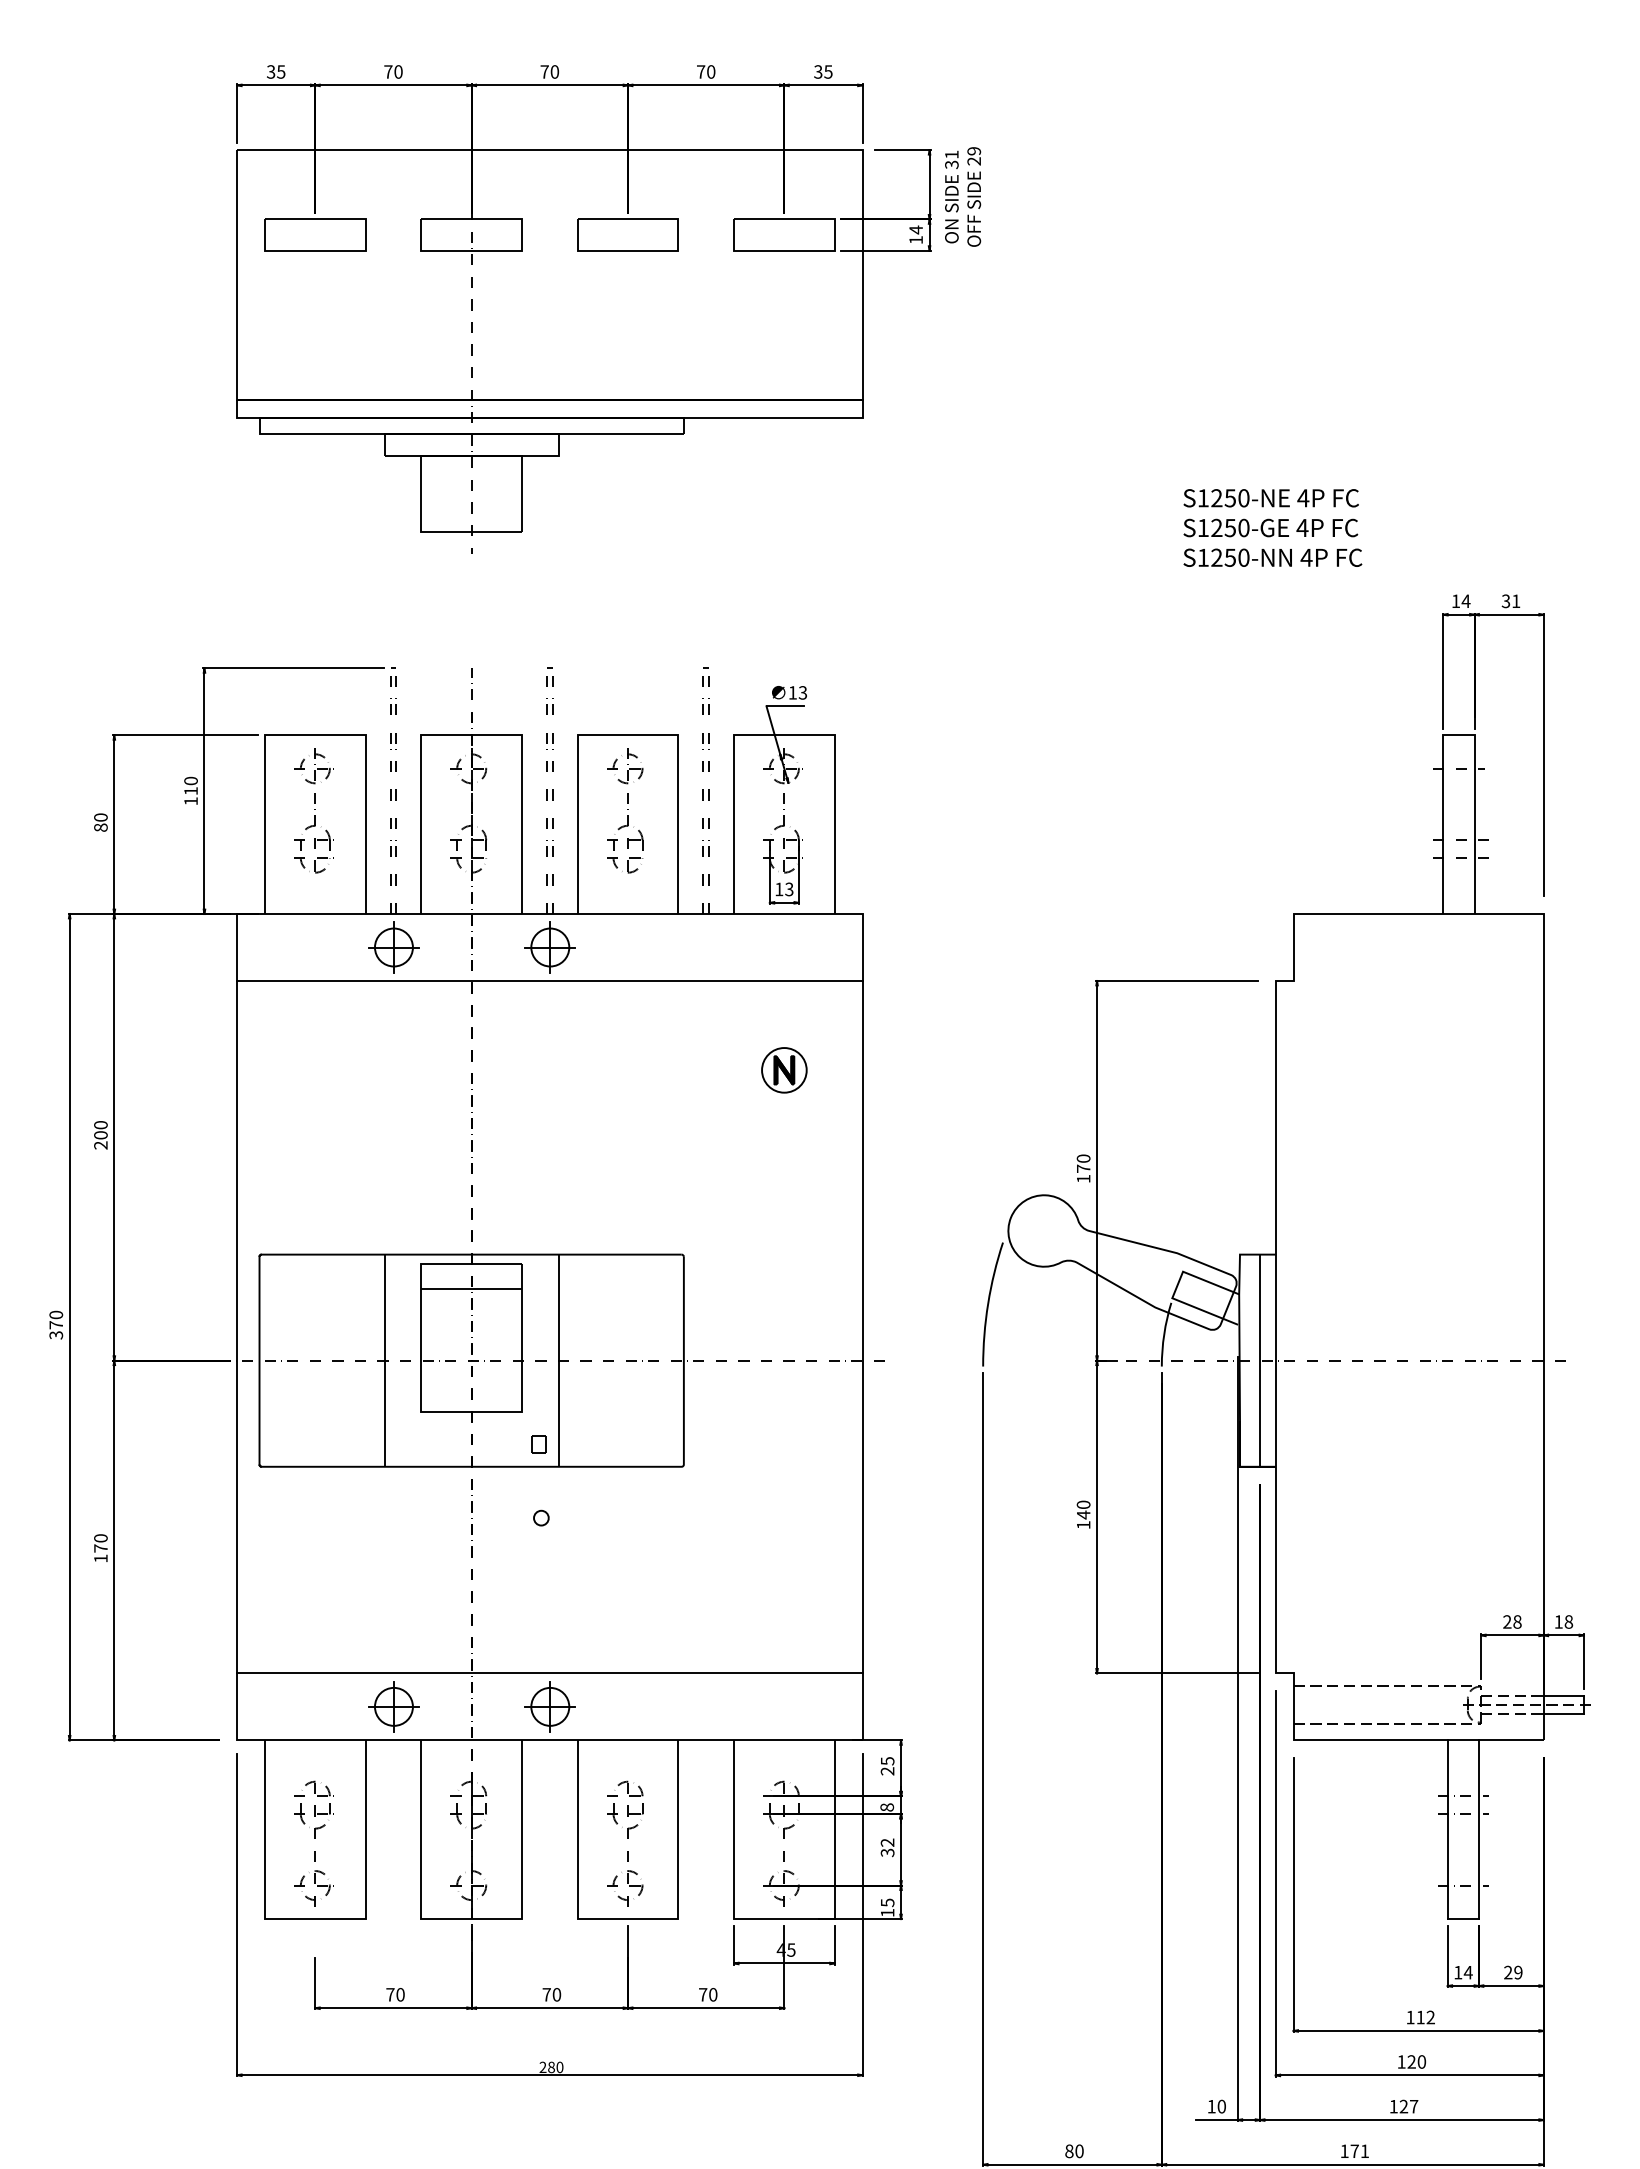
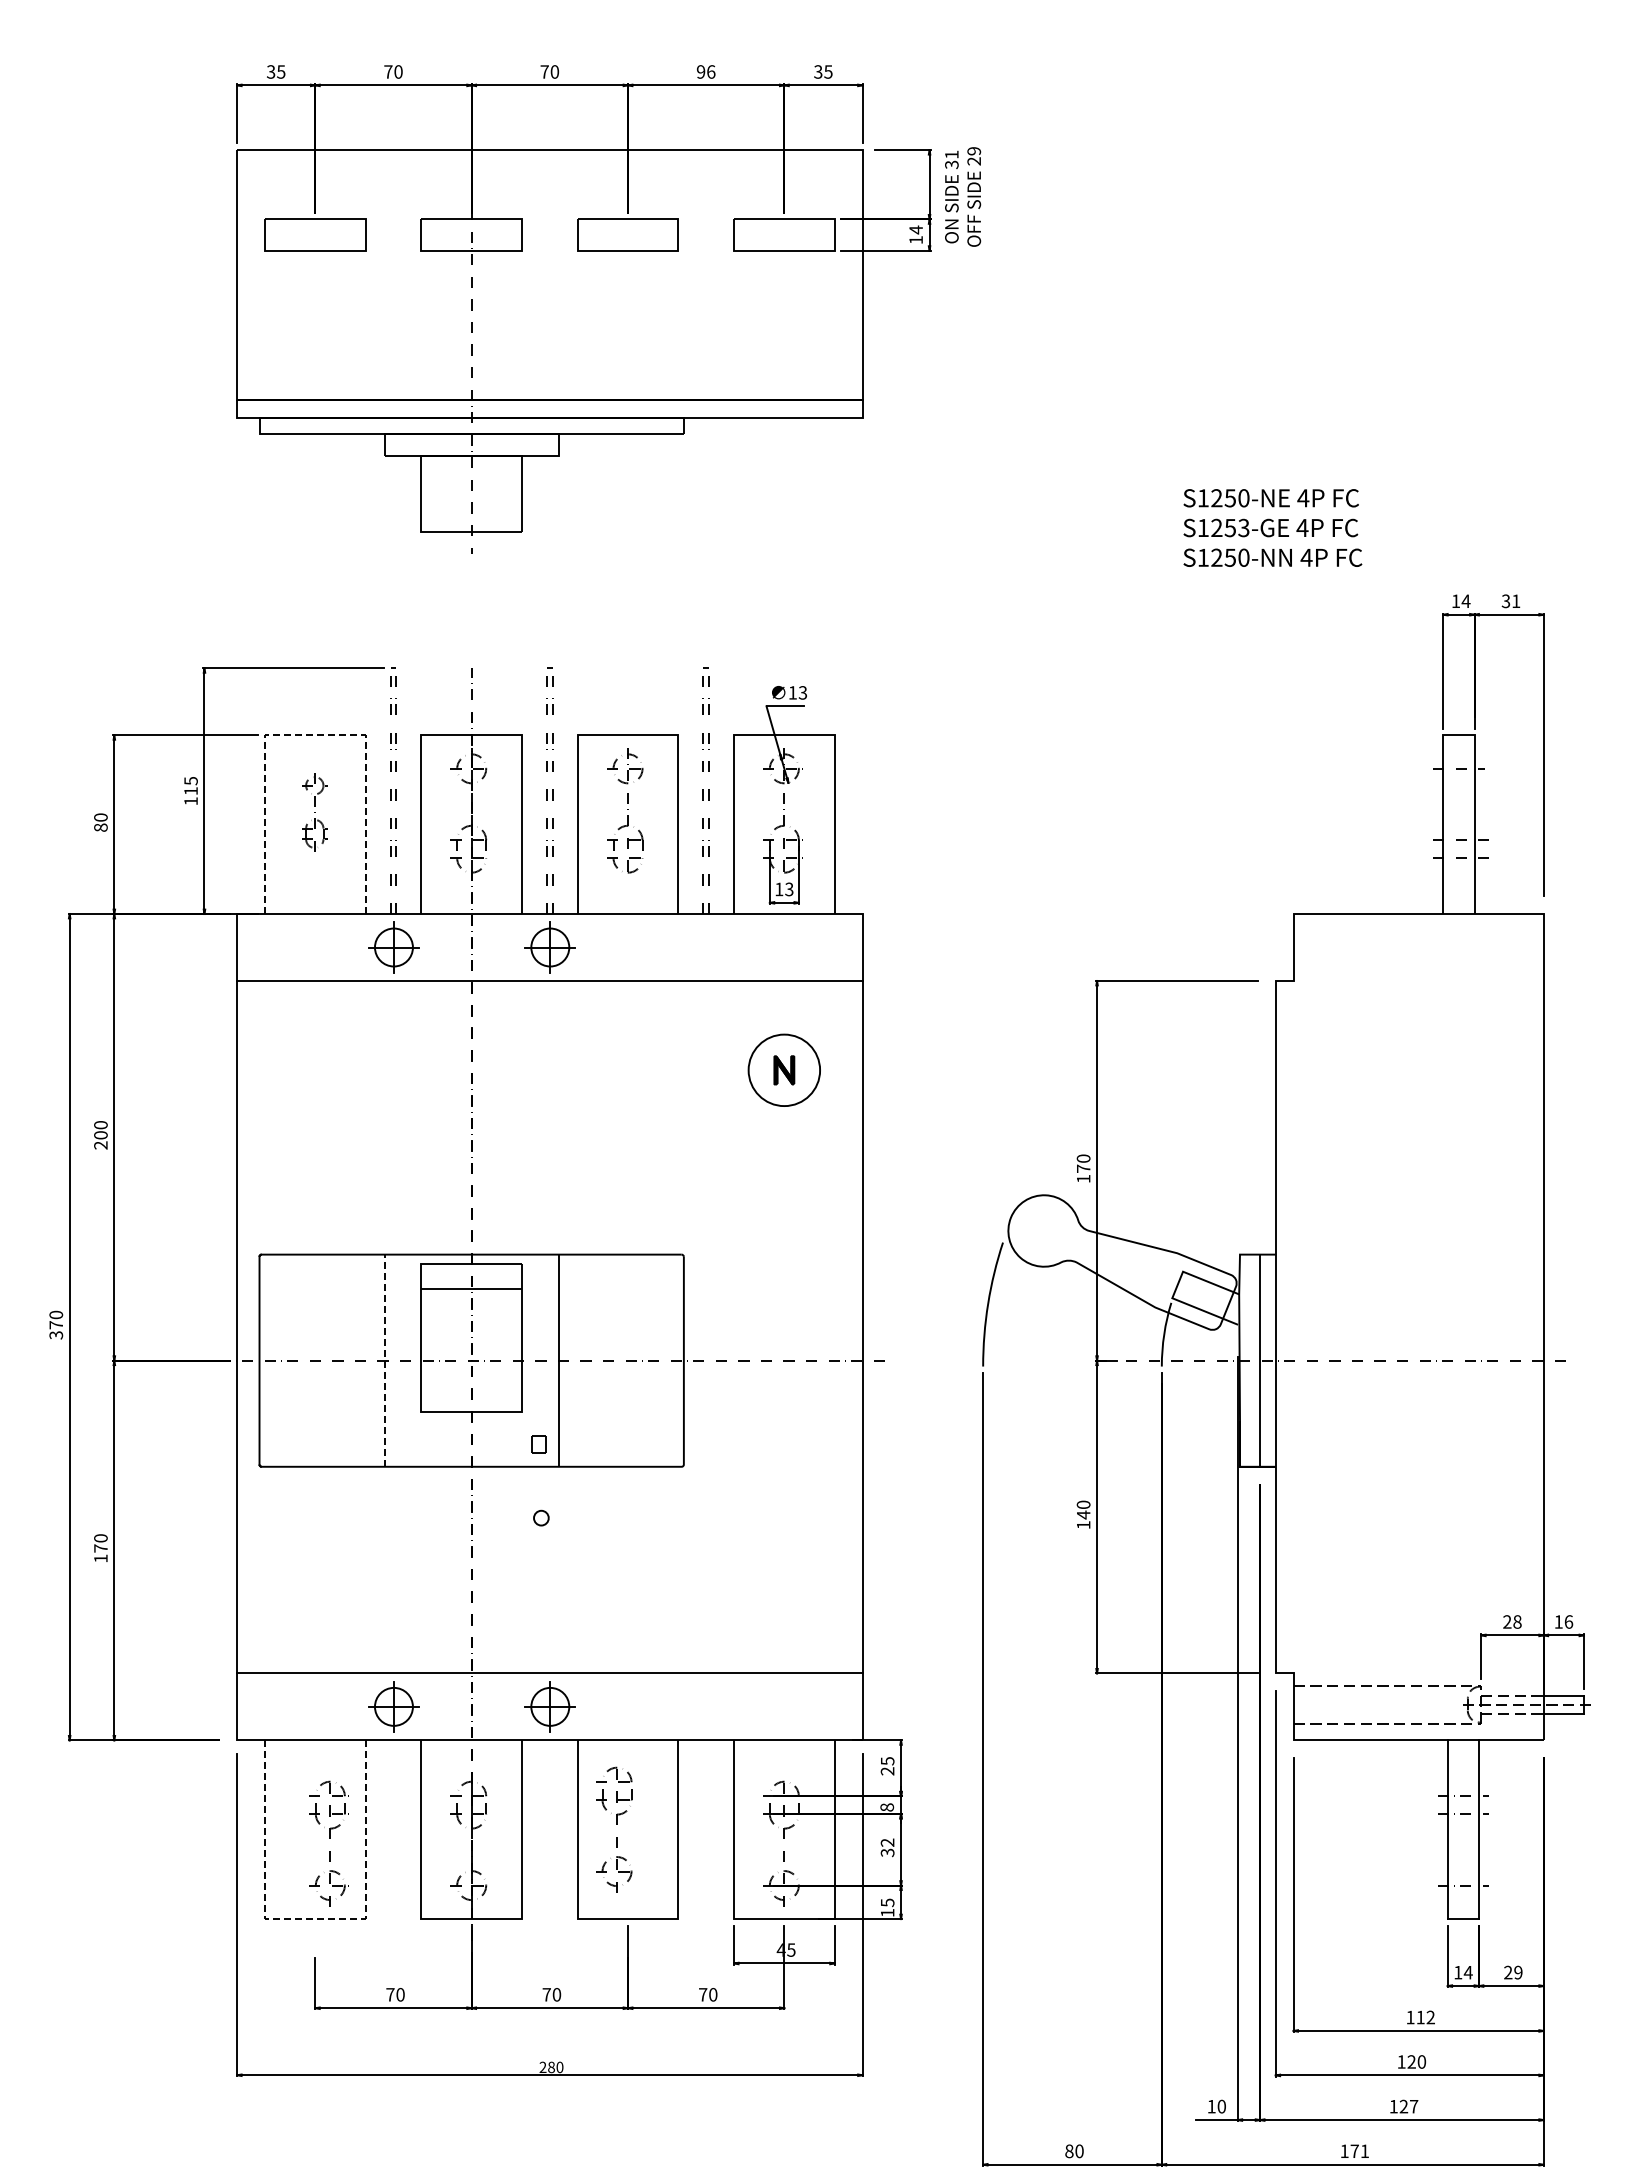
text at (705, 71): 70 -> 96
text at (1243, 528): S1250-GE -> S1253-GE
line at (315, 735): solid -> dashed
text at (190, 780): 110 -> 115
part at (313, 810) size: 40x126 px -> 26x79 px
circle at (784, 1070) diameter: 45 px -> 71 px
line at (384, 1360): solid -> dashed
text at (1568, 1621): 18 -> 16
part at (313, 1843) position: (313, 1843) -> (328, 1843)
part at (625, 1843) position: (625, 1843) -> (614, 1829)
line at (315, 1919): solid -> dashed
